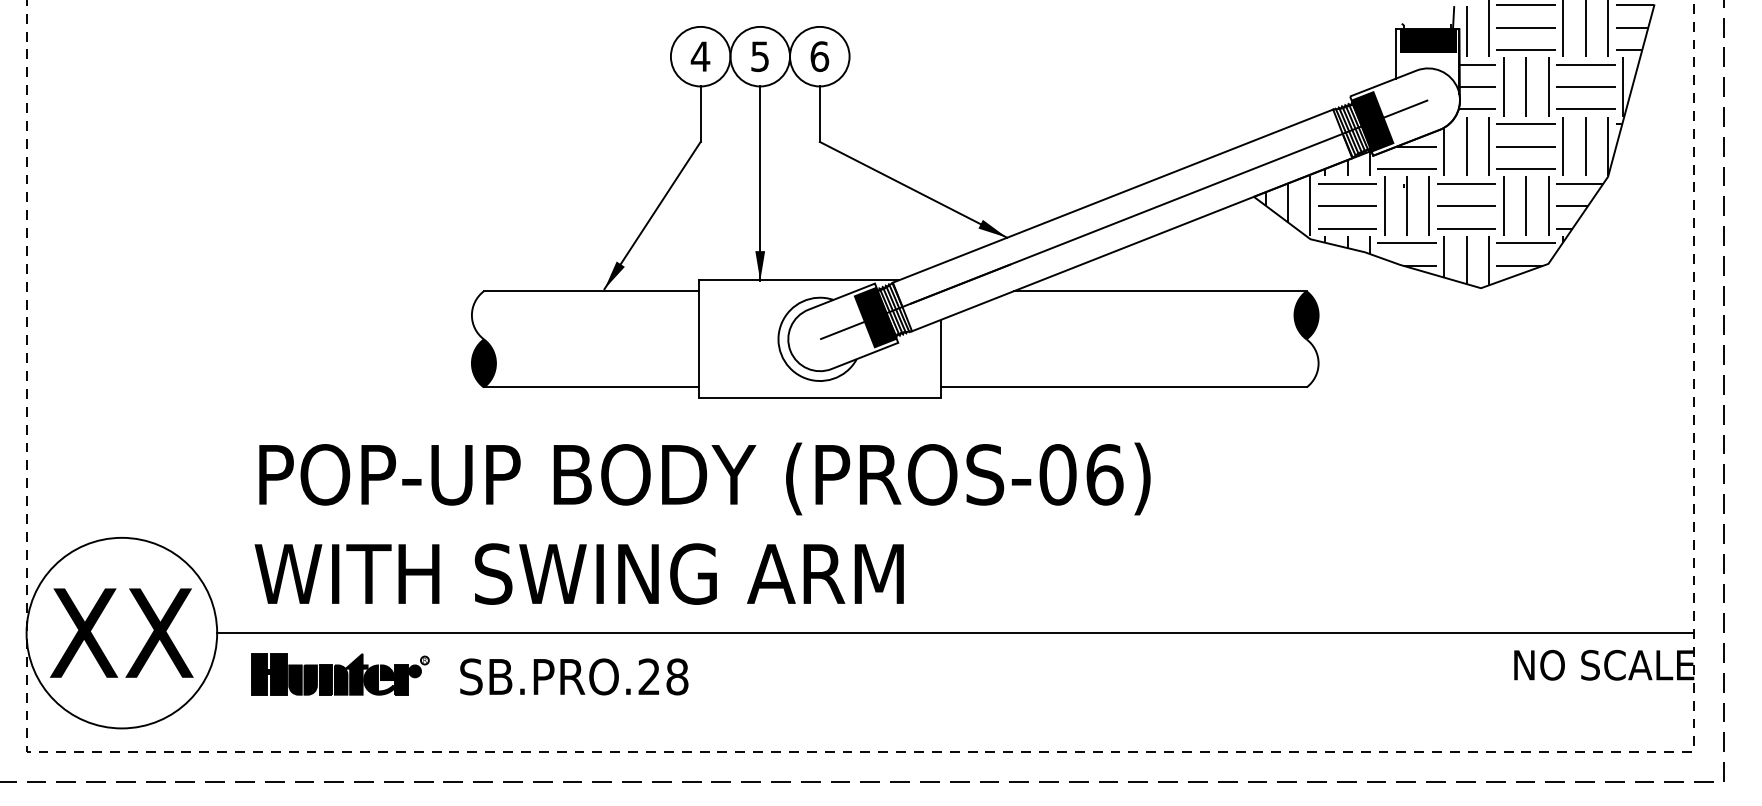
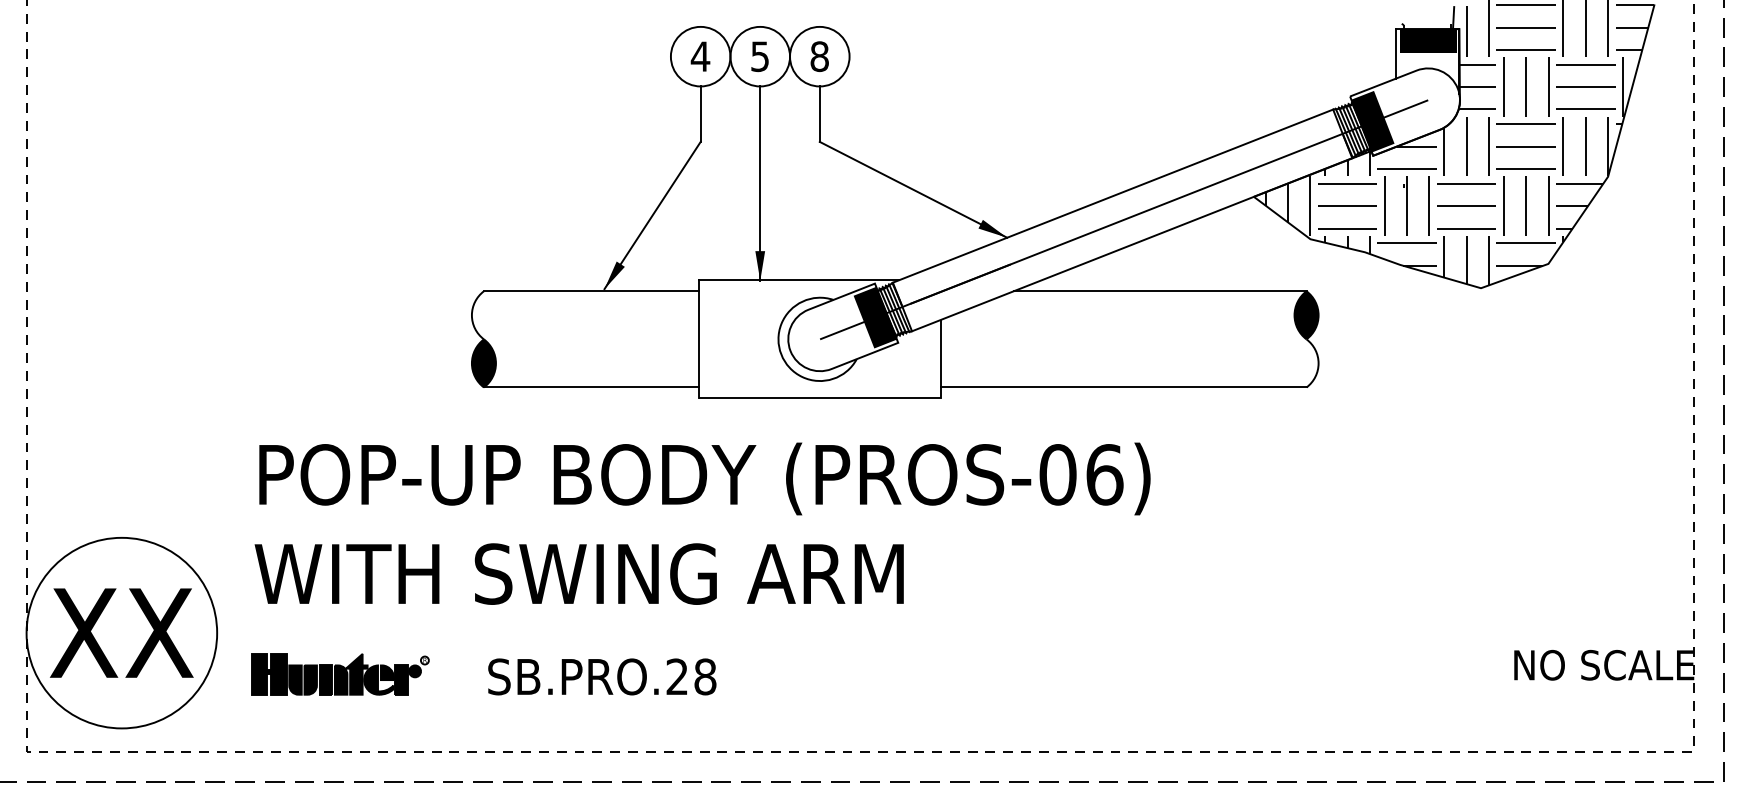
text at (819, 56): 6 -> 8
line at (955, 633): present -> none
text at (574, 676) position: (574, 676) -> (602, 676)
